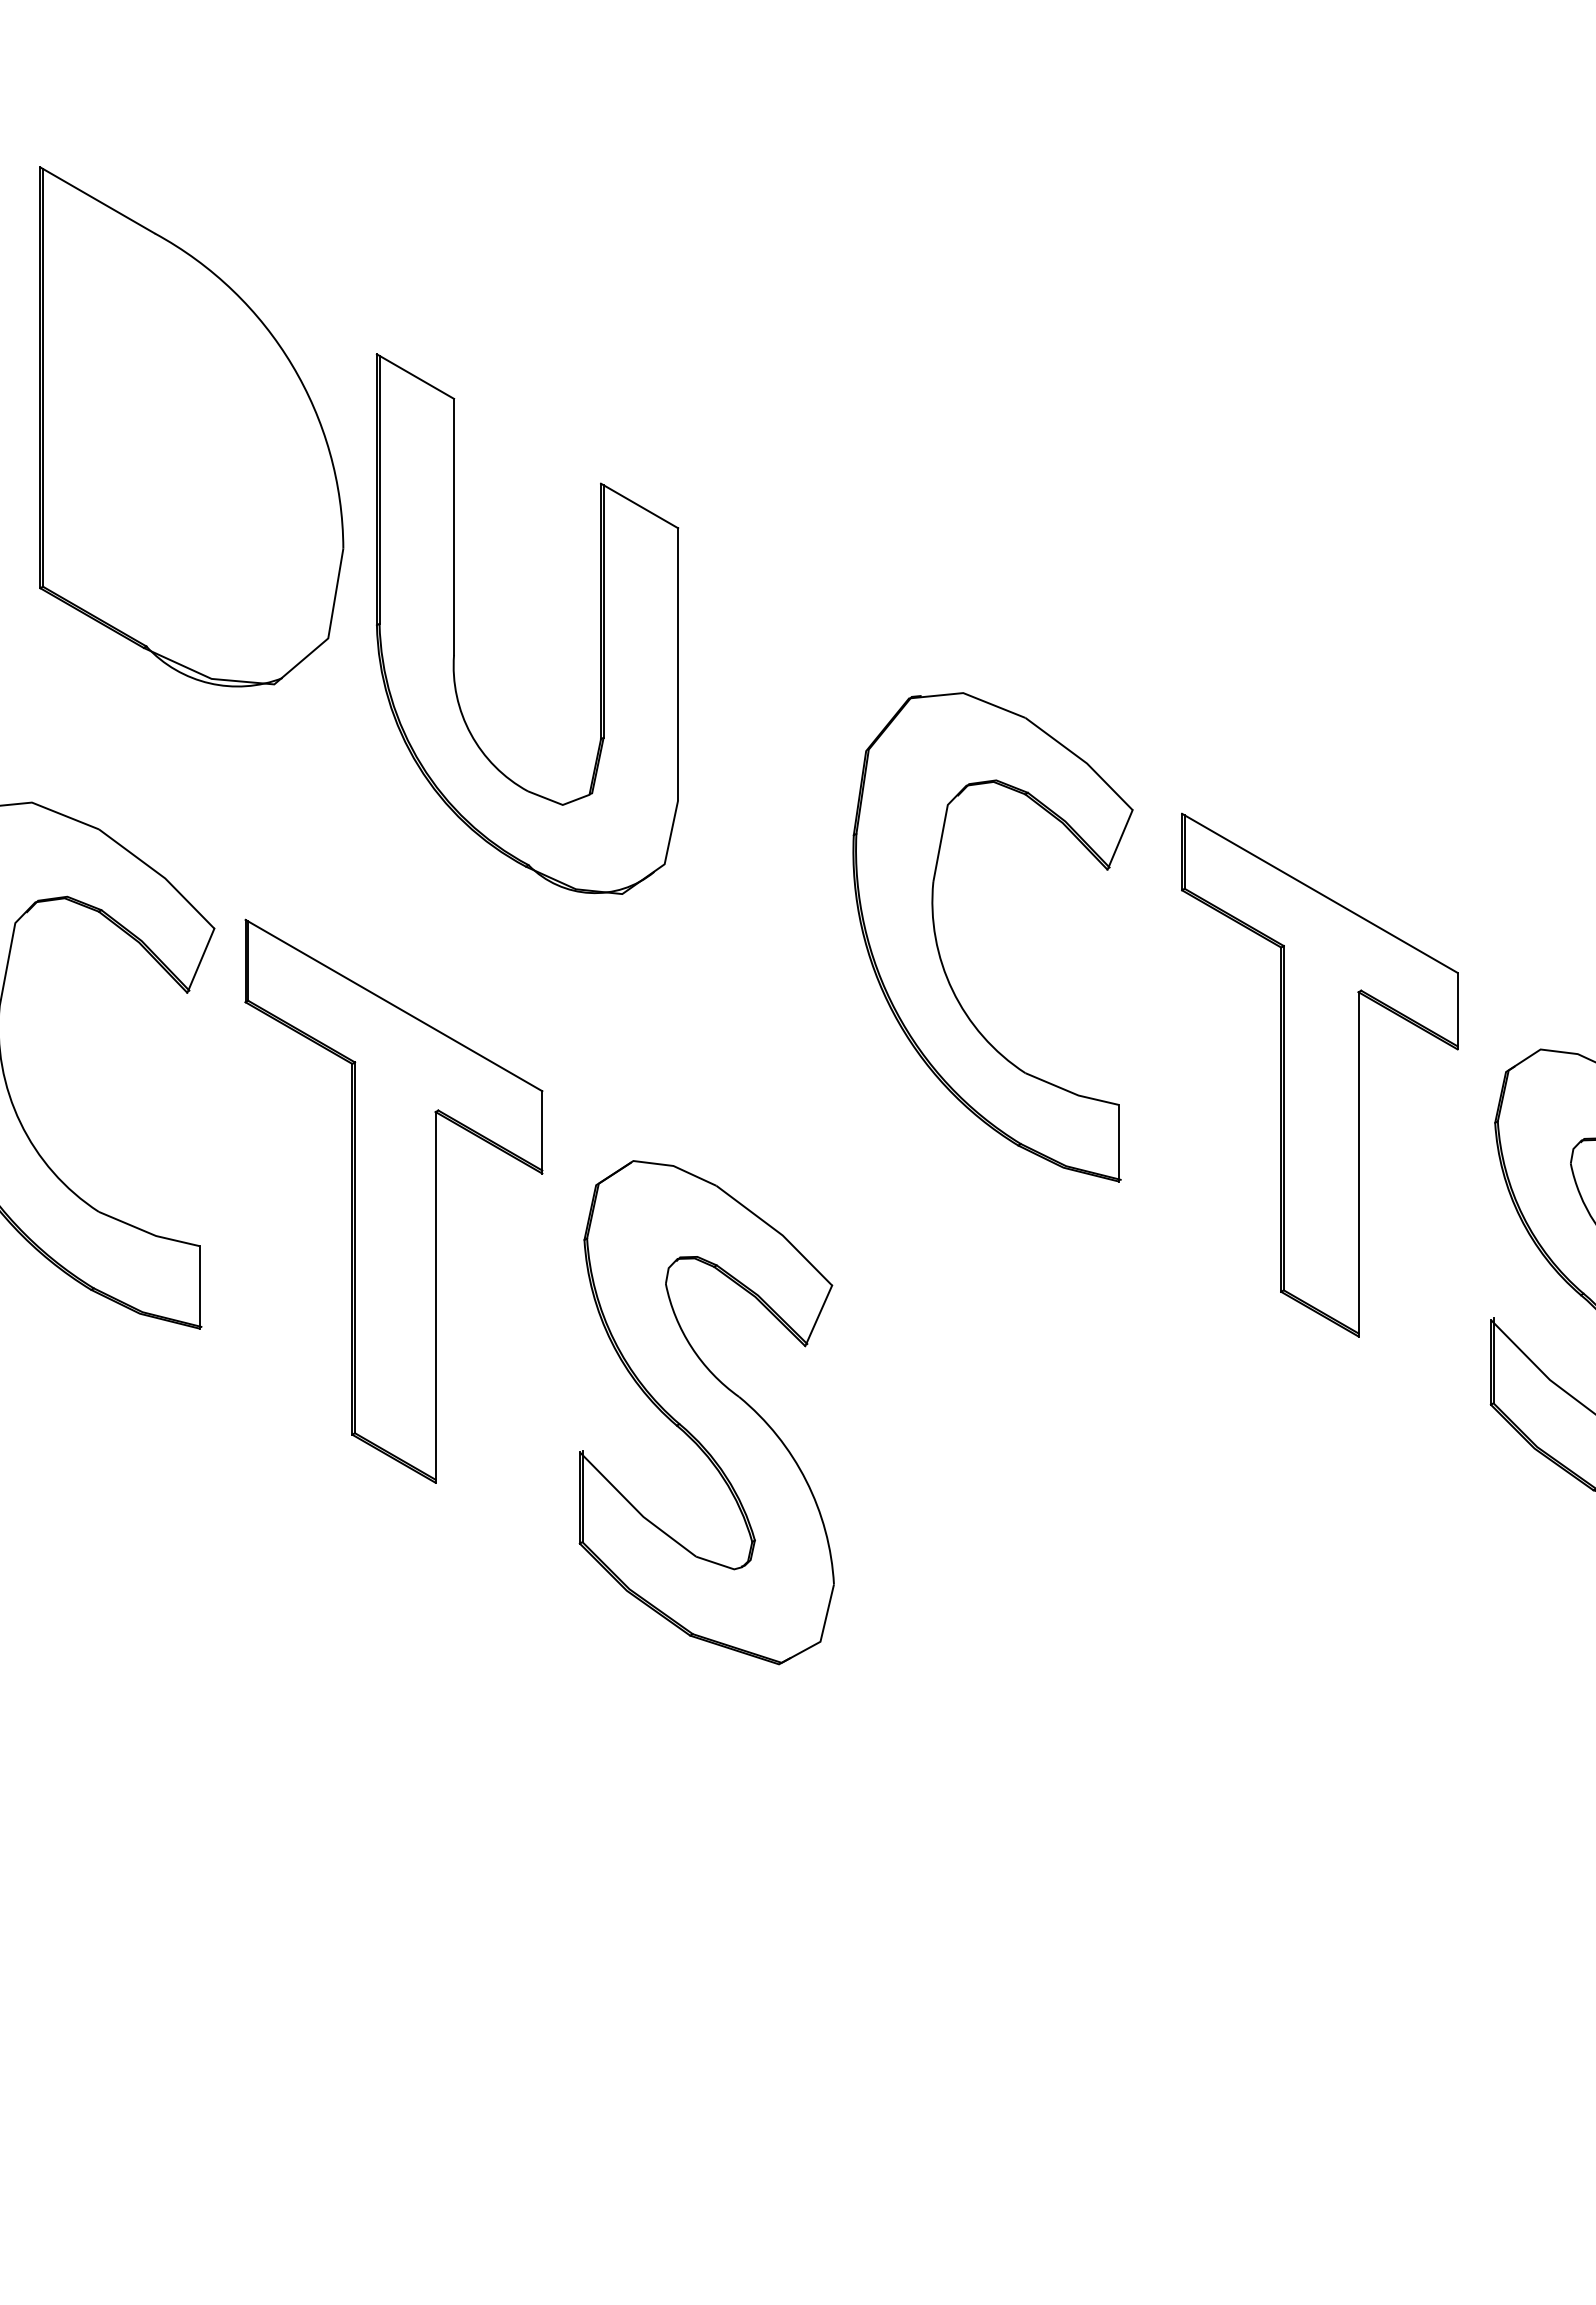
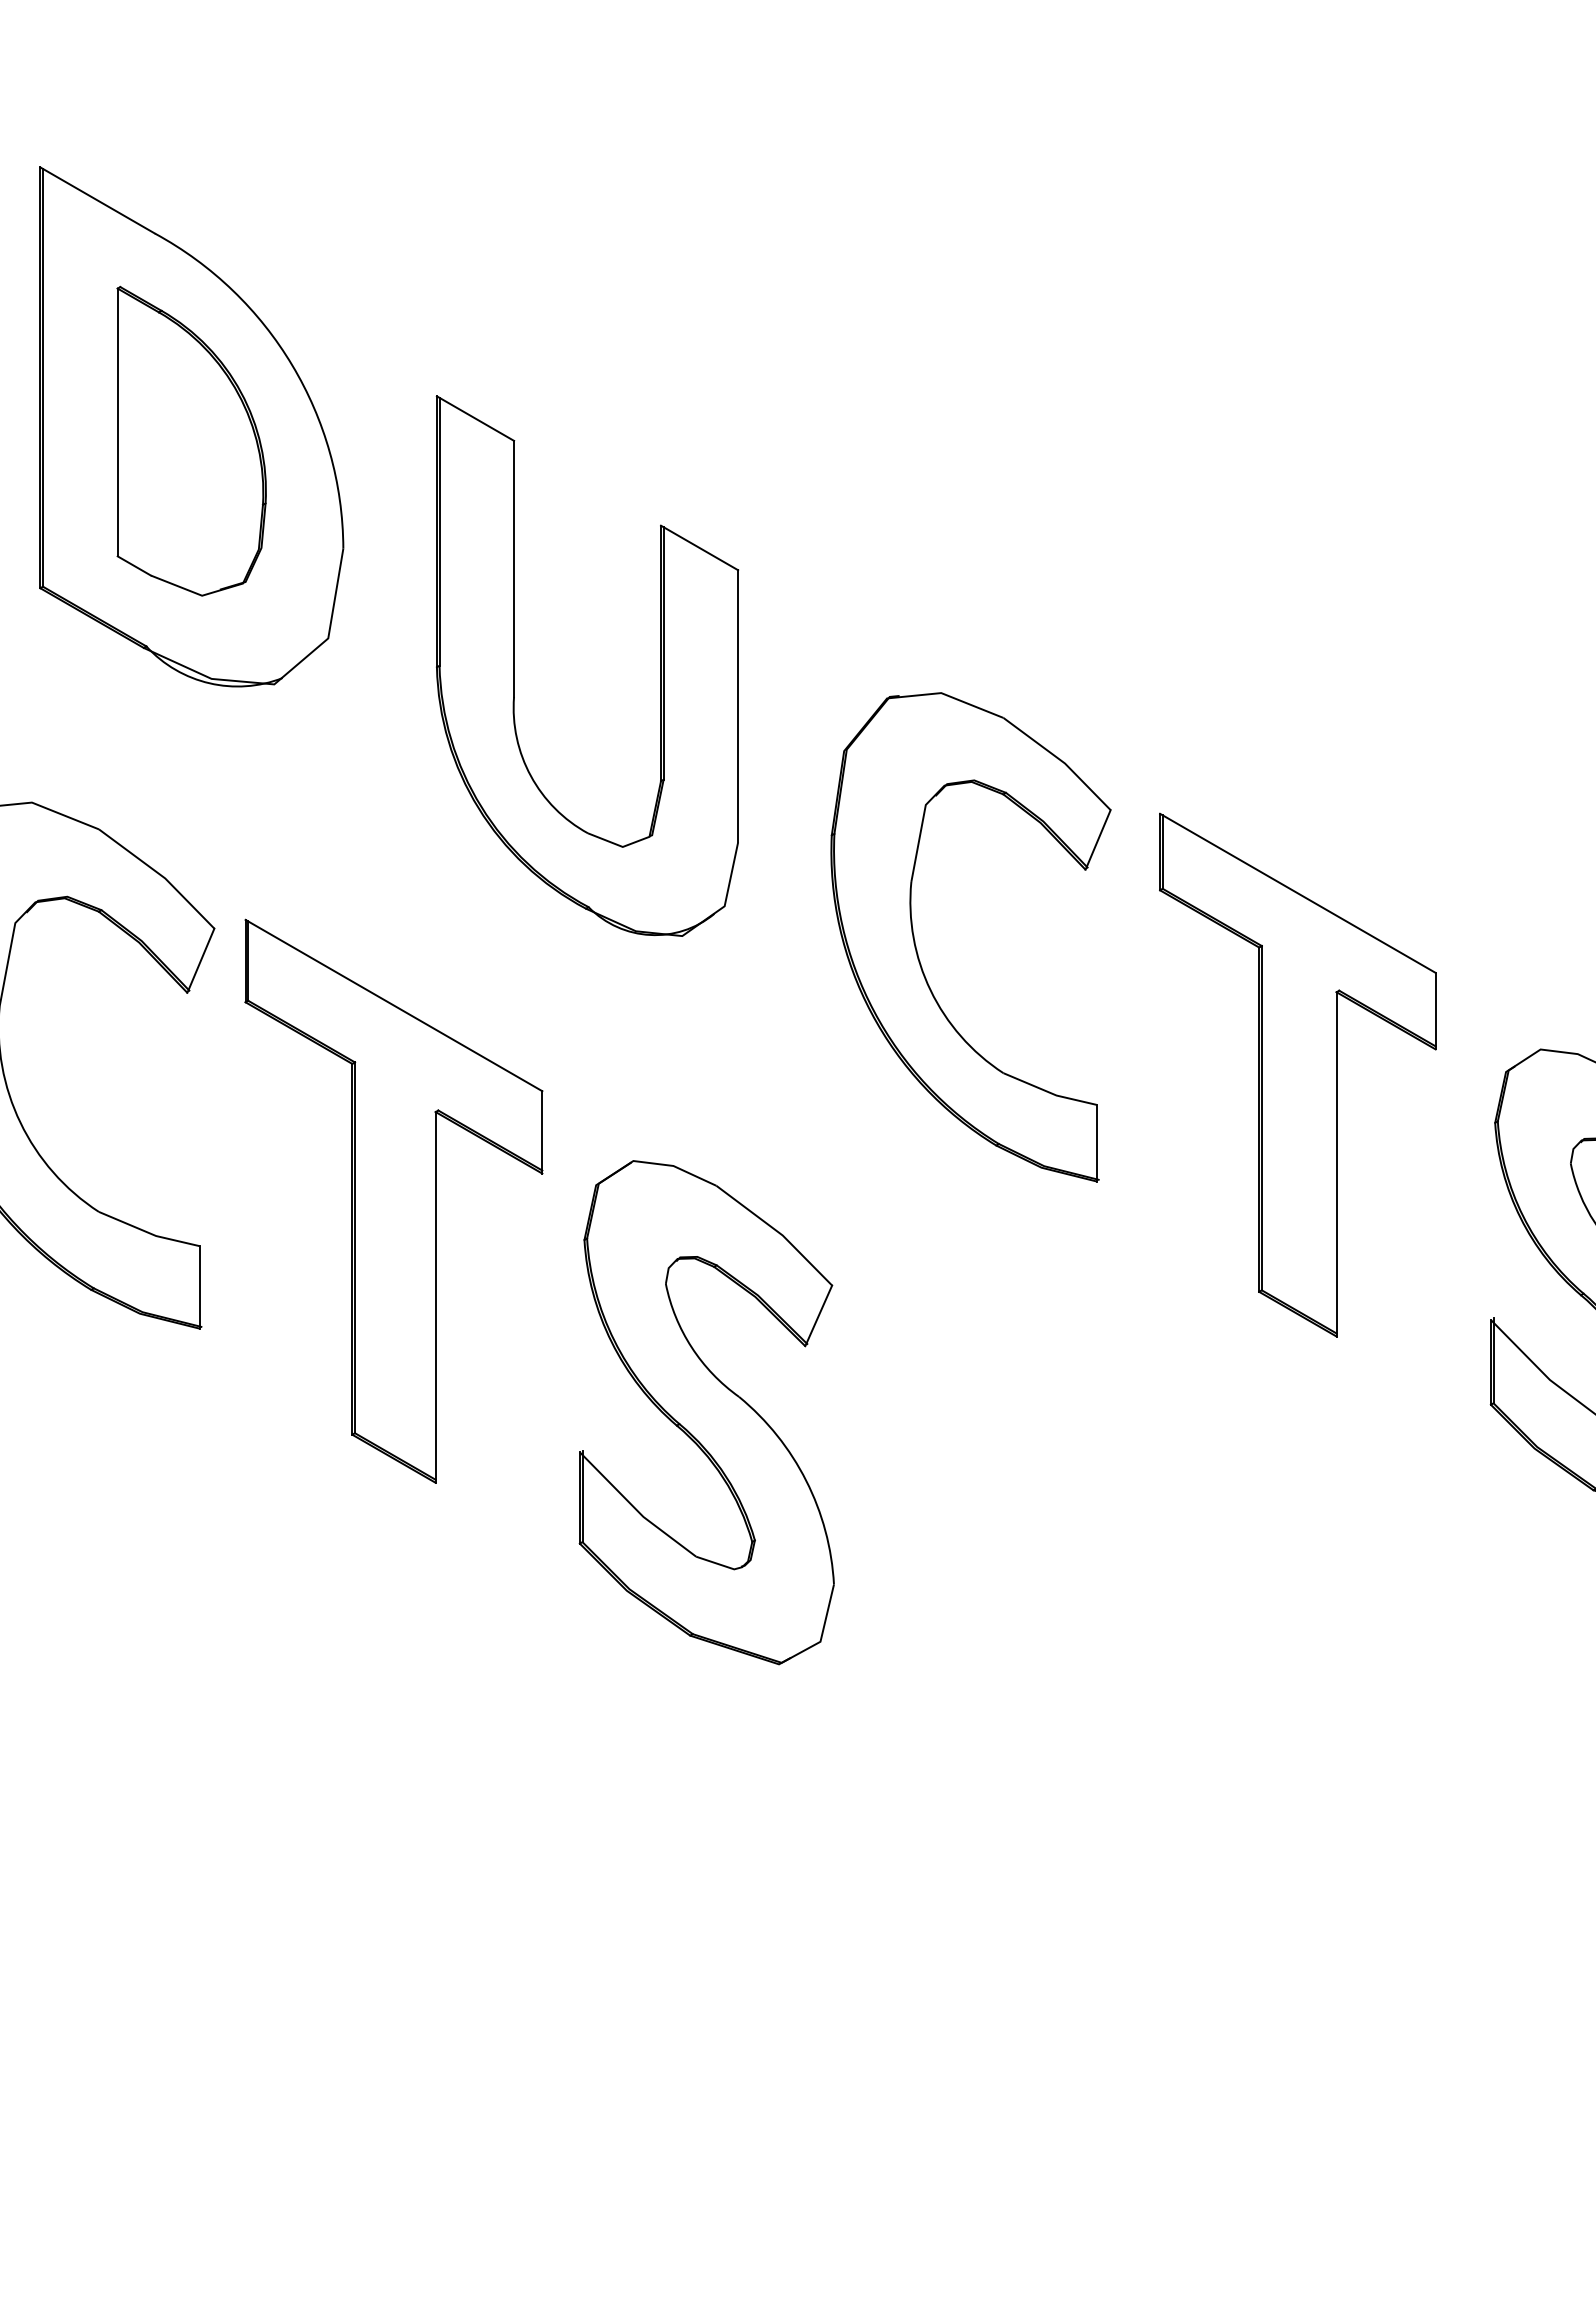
part at (191, 440): none -> present
part at (454, 623) position: (454, 623) -> (514, 665)
part at (940, 953) position: (940, 953) -> (918, 953)
part at (1319, 1074) position: (1319, 1074) -> (1297, 1074)
